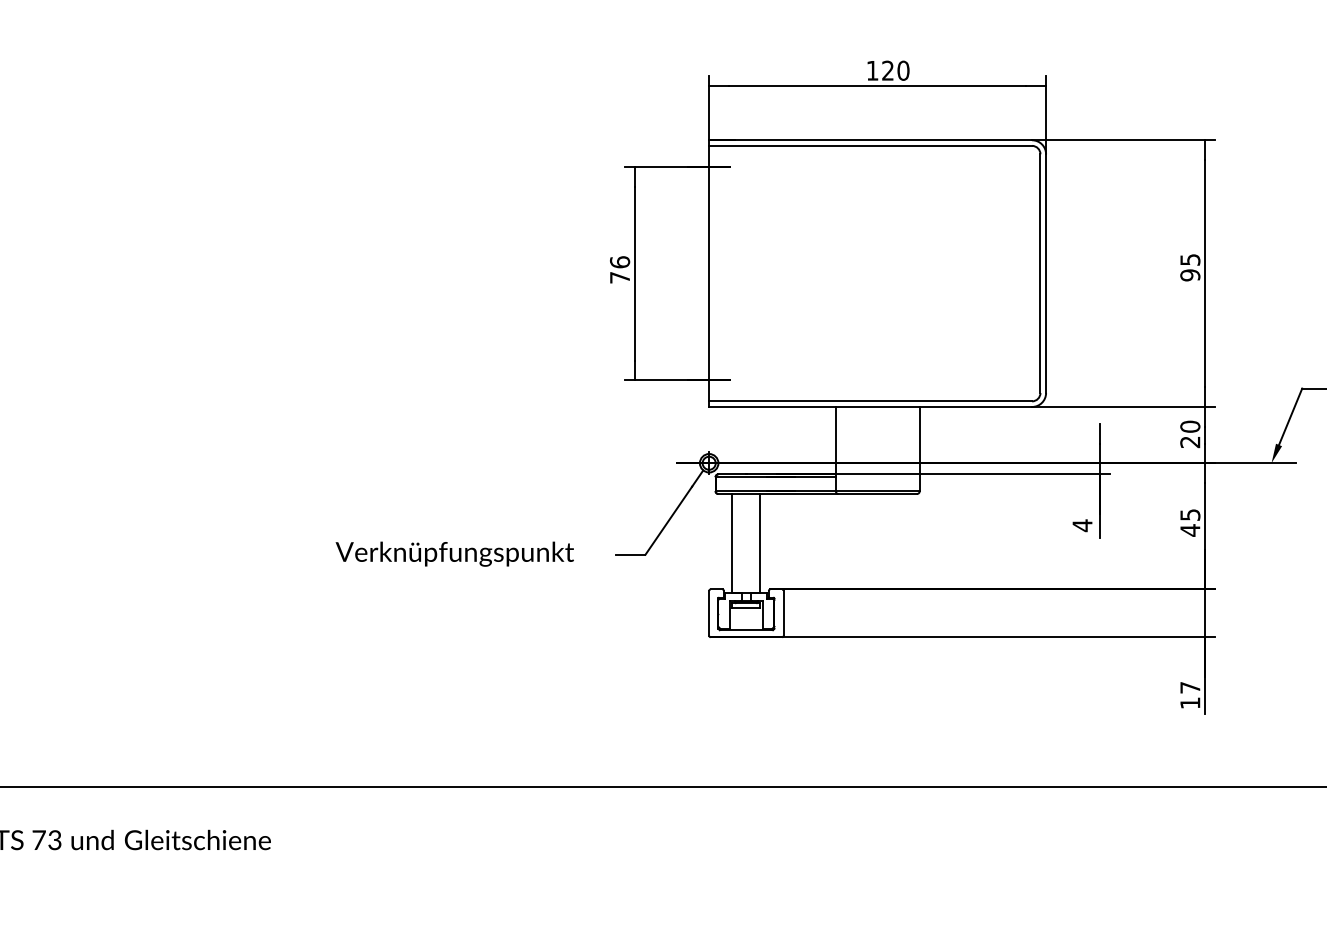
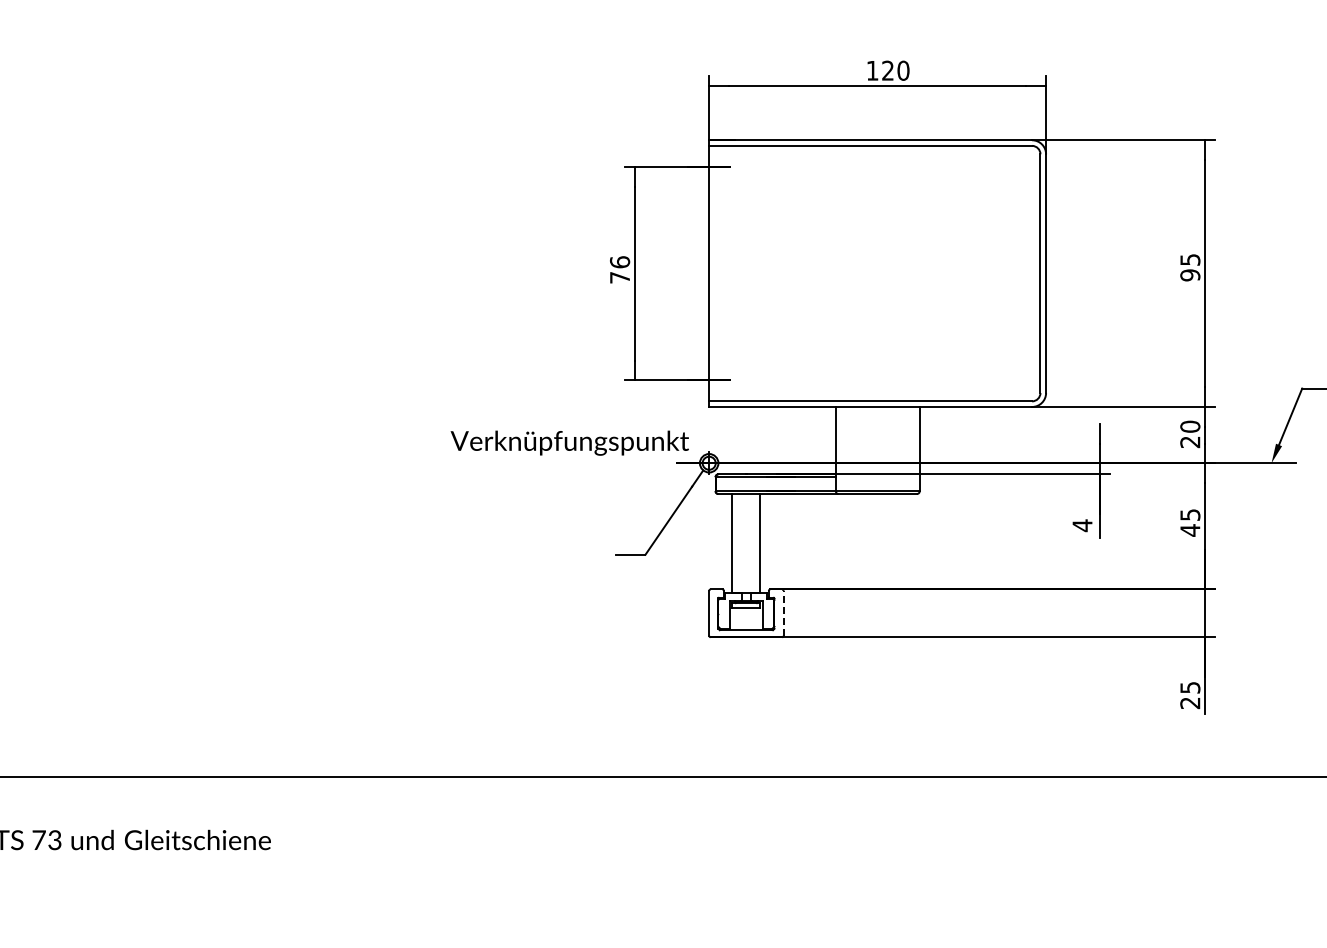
text at (454, 553) position: (454, 553) -> (569, 442)
line at (783, 612): solid -> dashed
text at (1190, 695): 17 -> 25
line at (662, 786) position: (662, 786) -> (662, 776)
